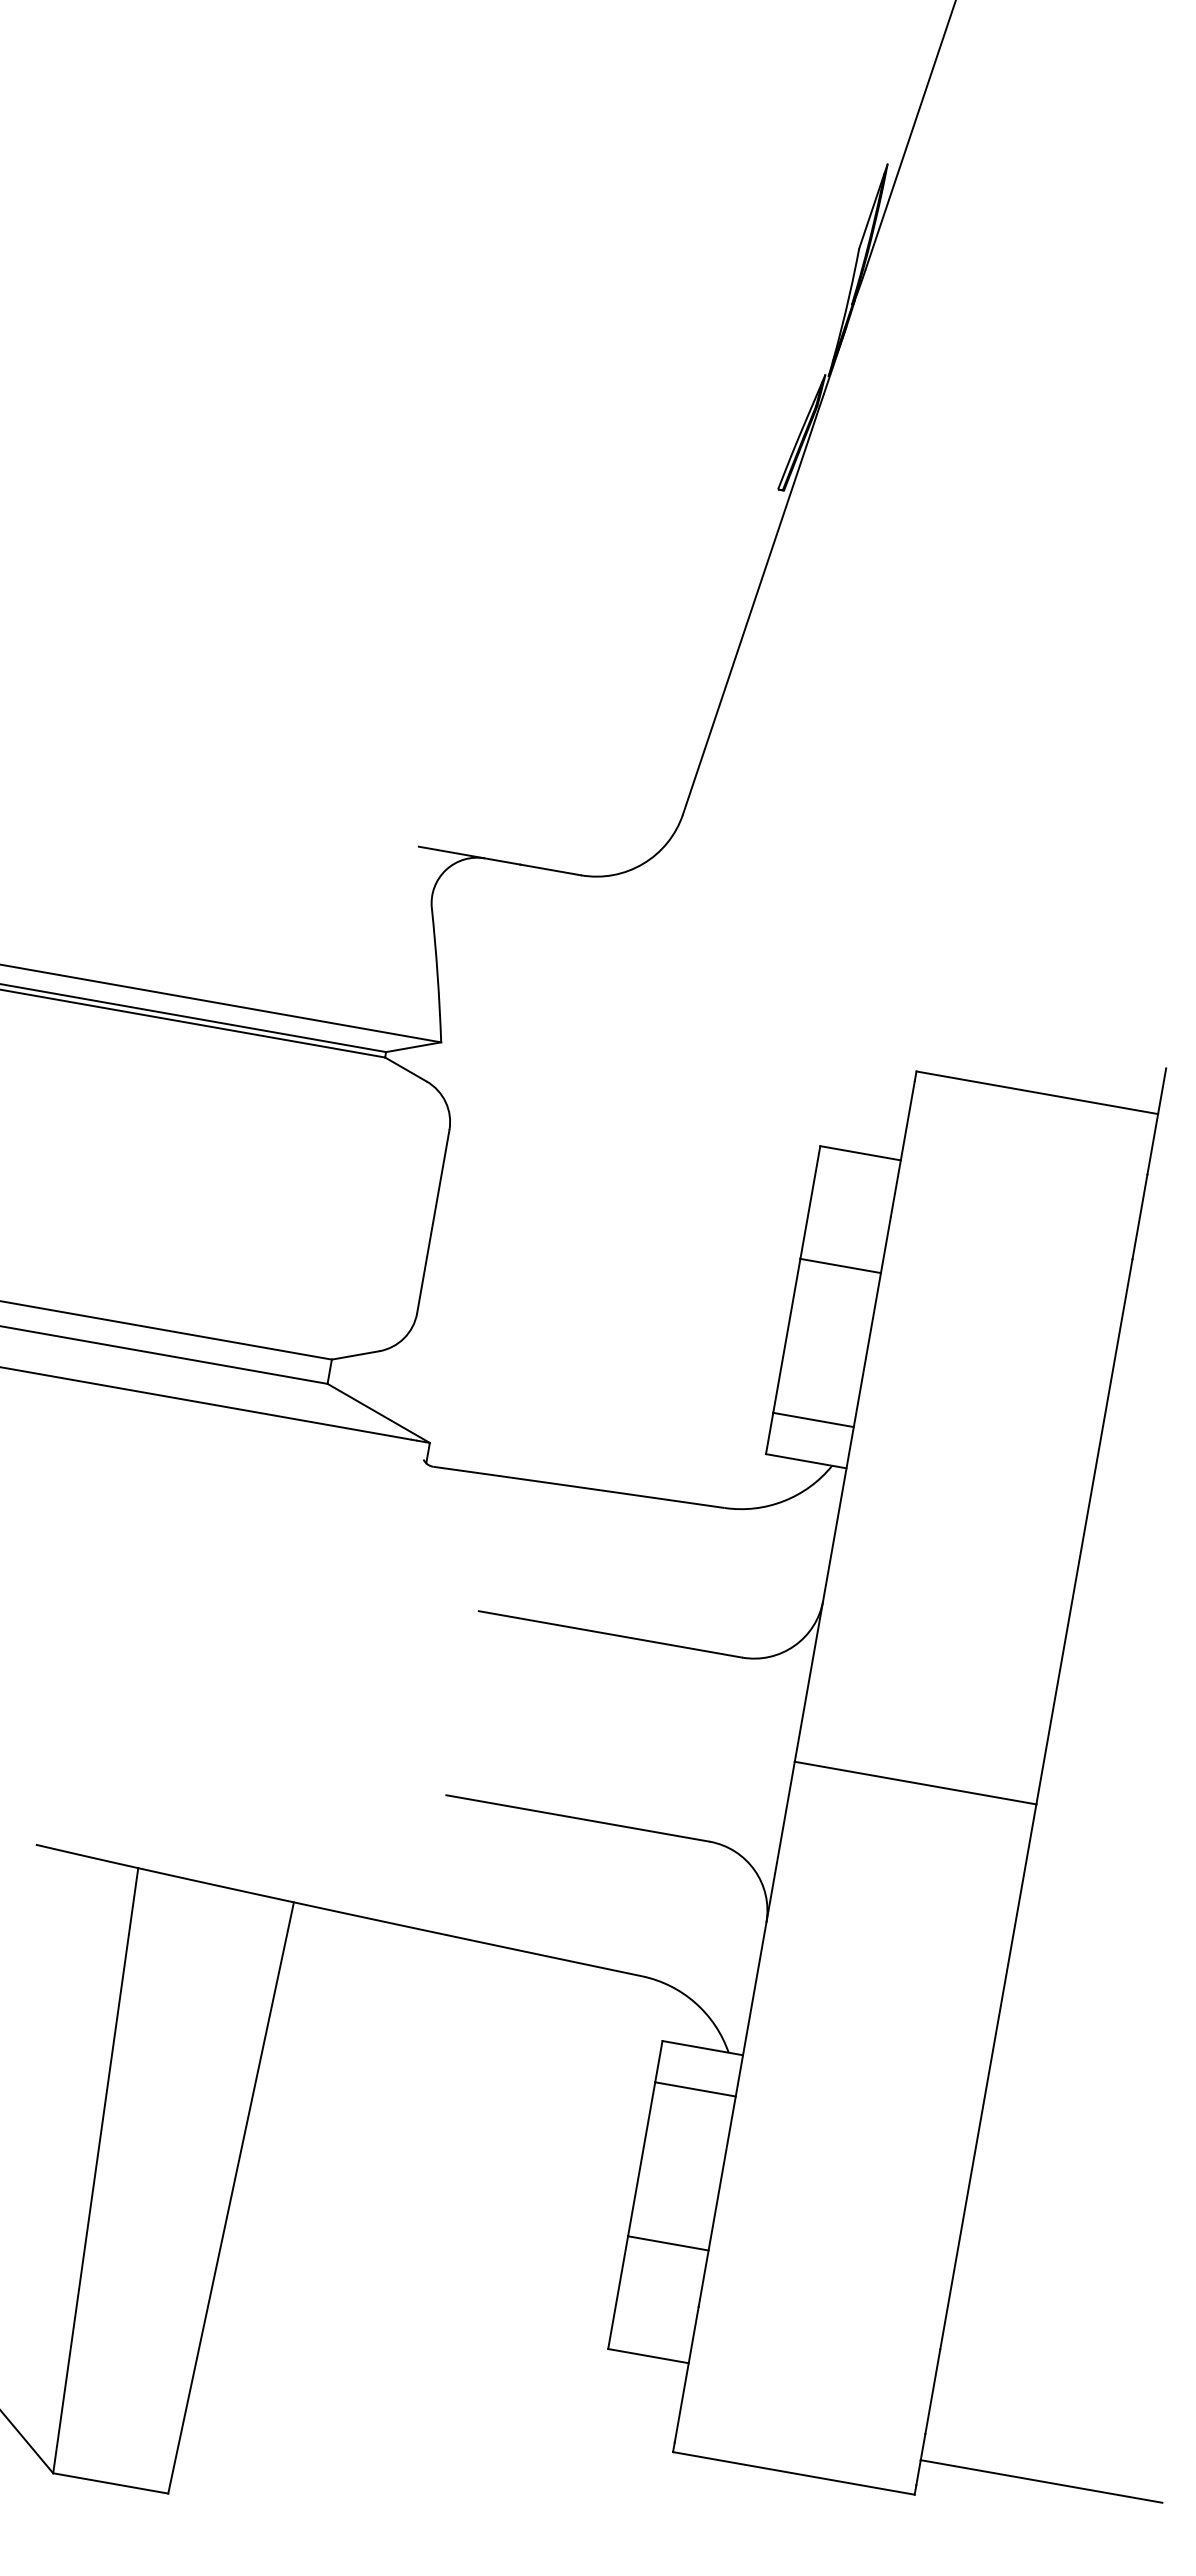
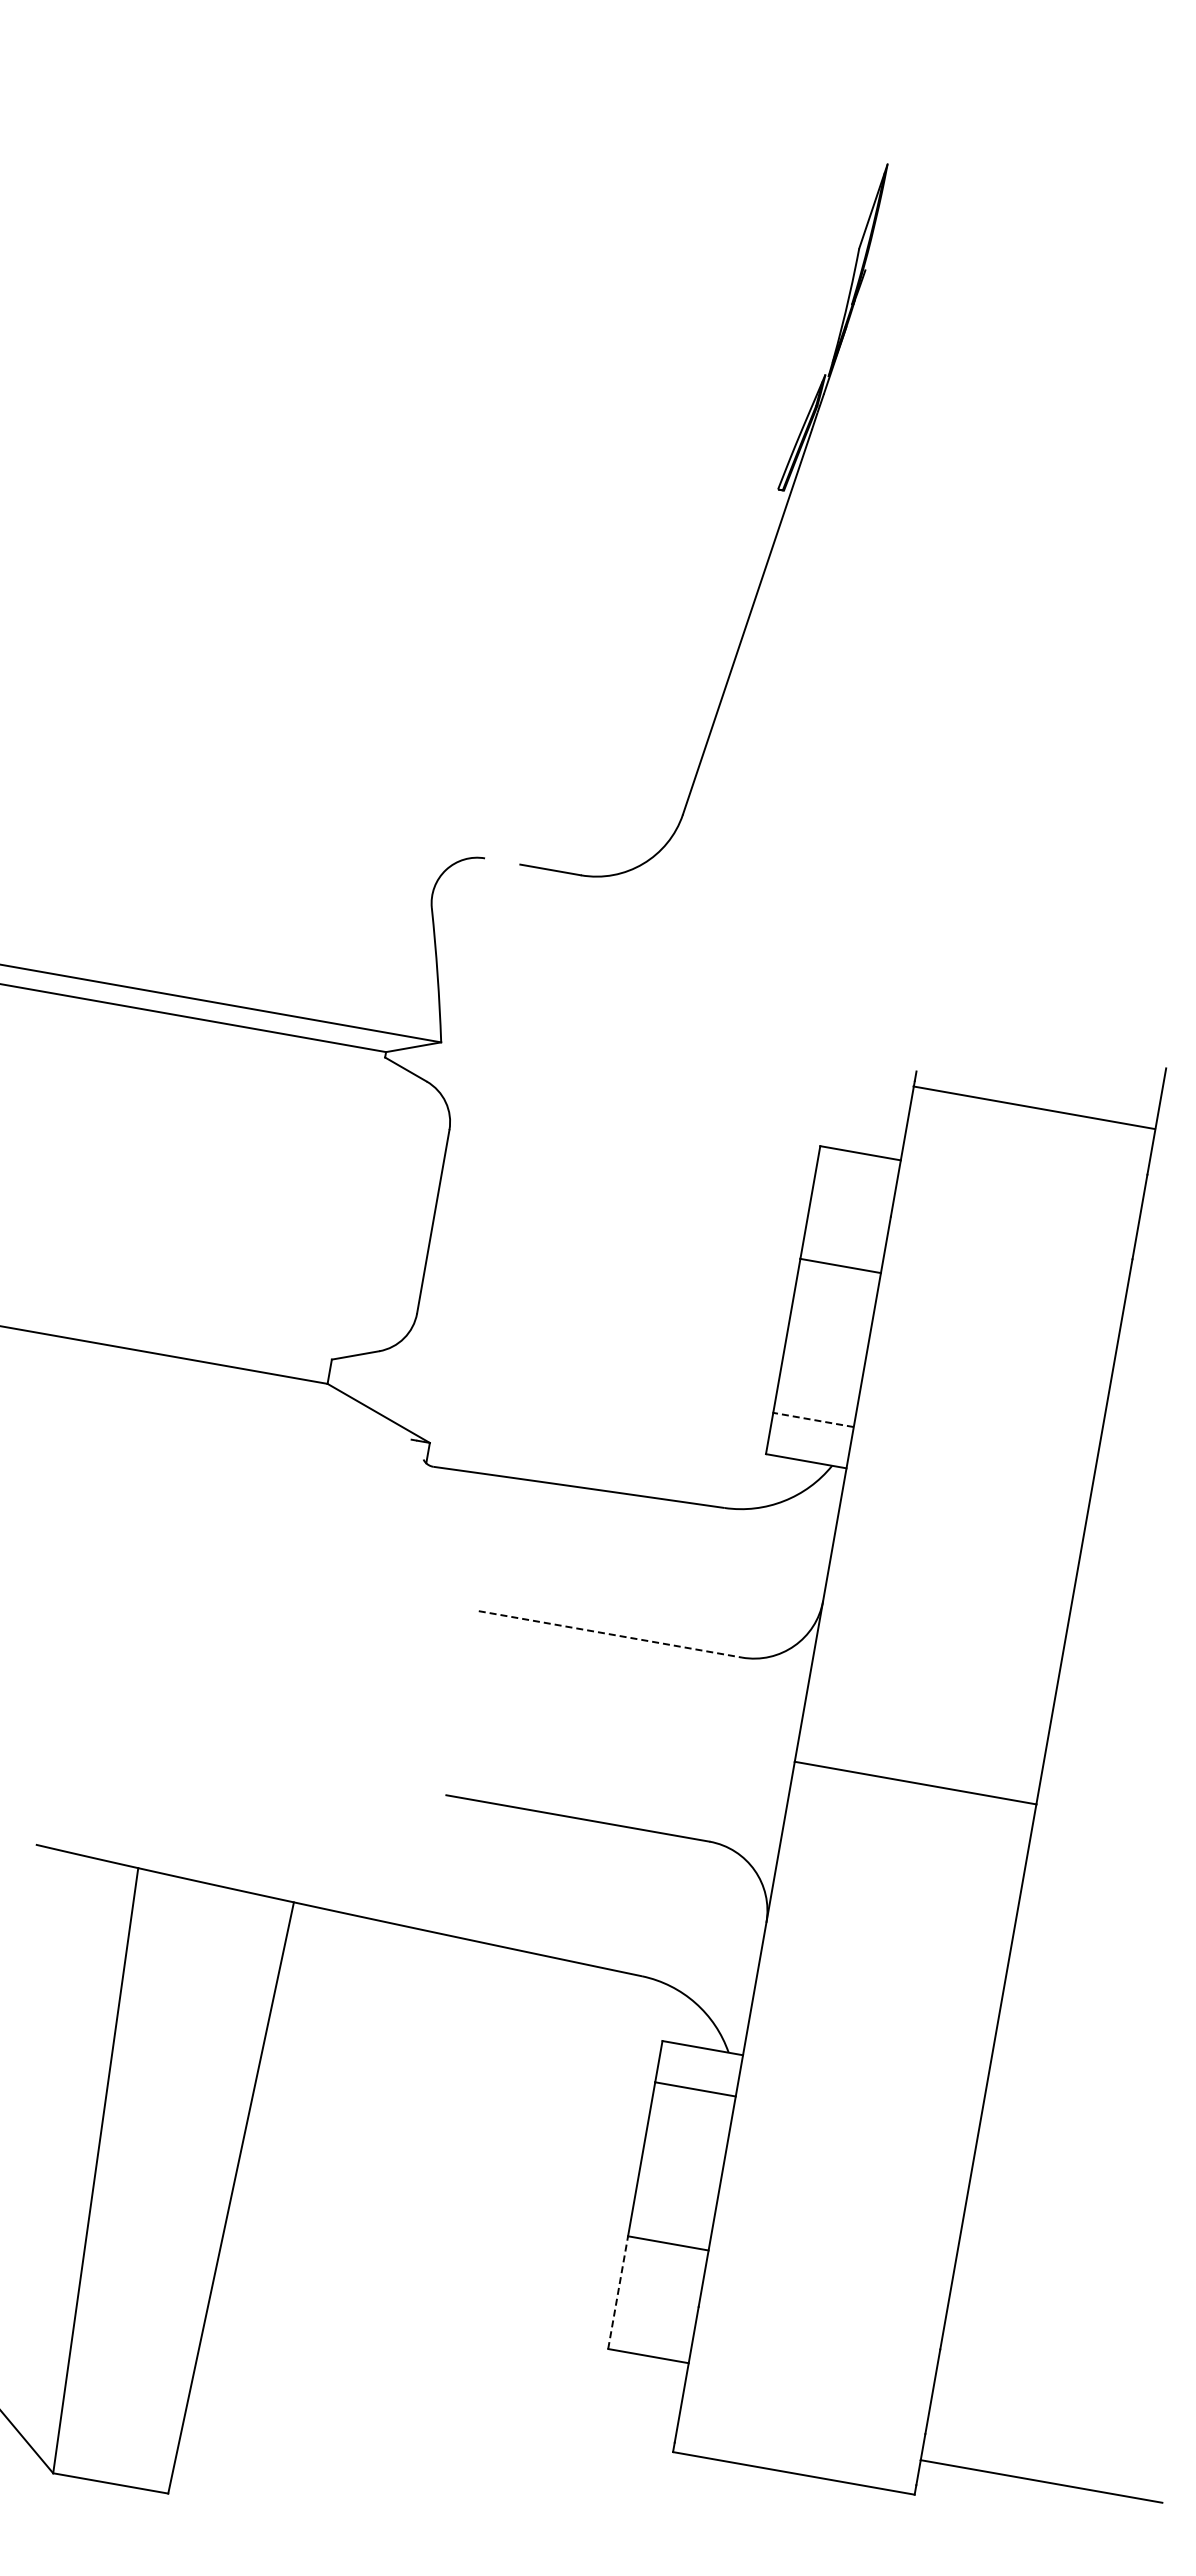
line at (910, 135): present -> none
line at (469, 855): present -> none
line at (193, 1023): present -> none
line at (1037, 1092) position: (1037, 1092) -> (1034, 1107)
line at (166, 1330): present -> none
line at (206, 1403): present -> none
line at (813, 1419): solid -> dashed
line at (610, 1634): solid -> dashed
line at (618, 2292): solid -> dashed
